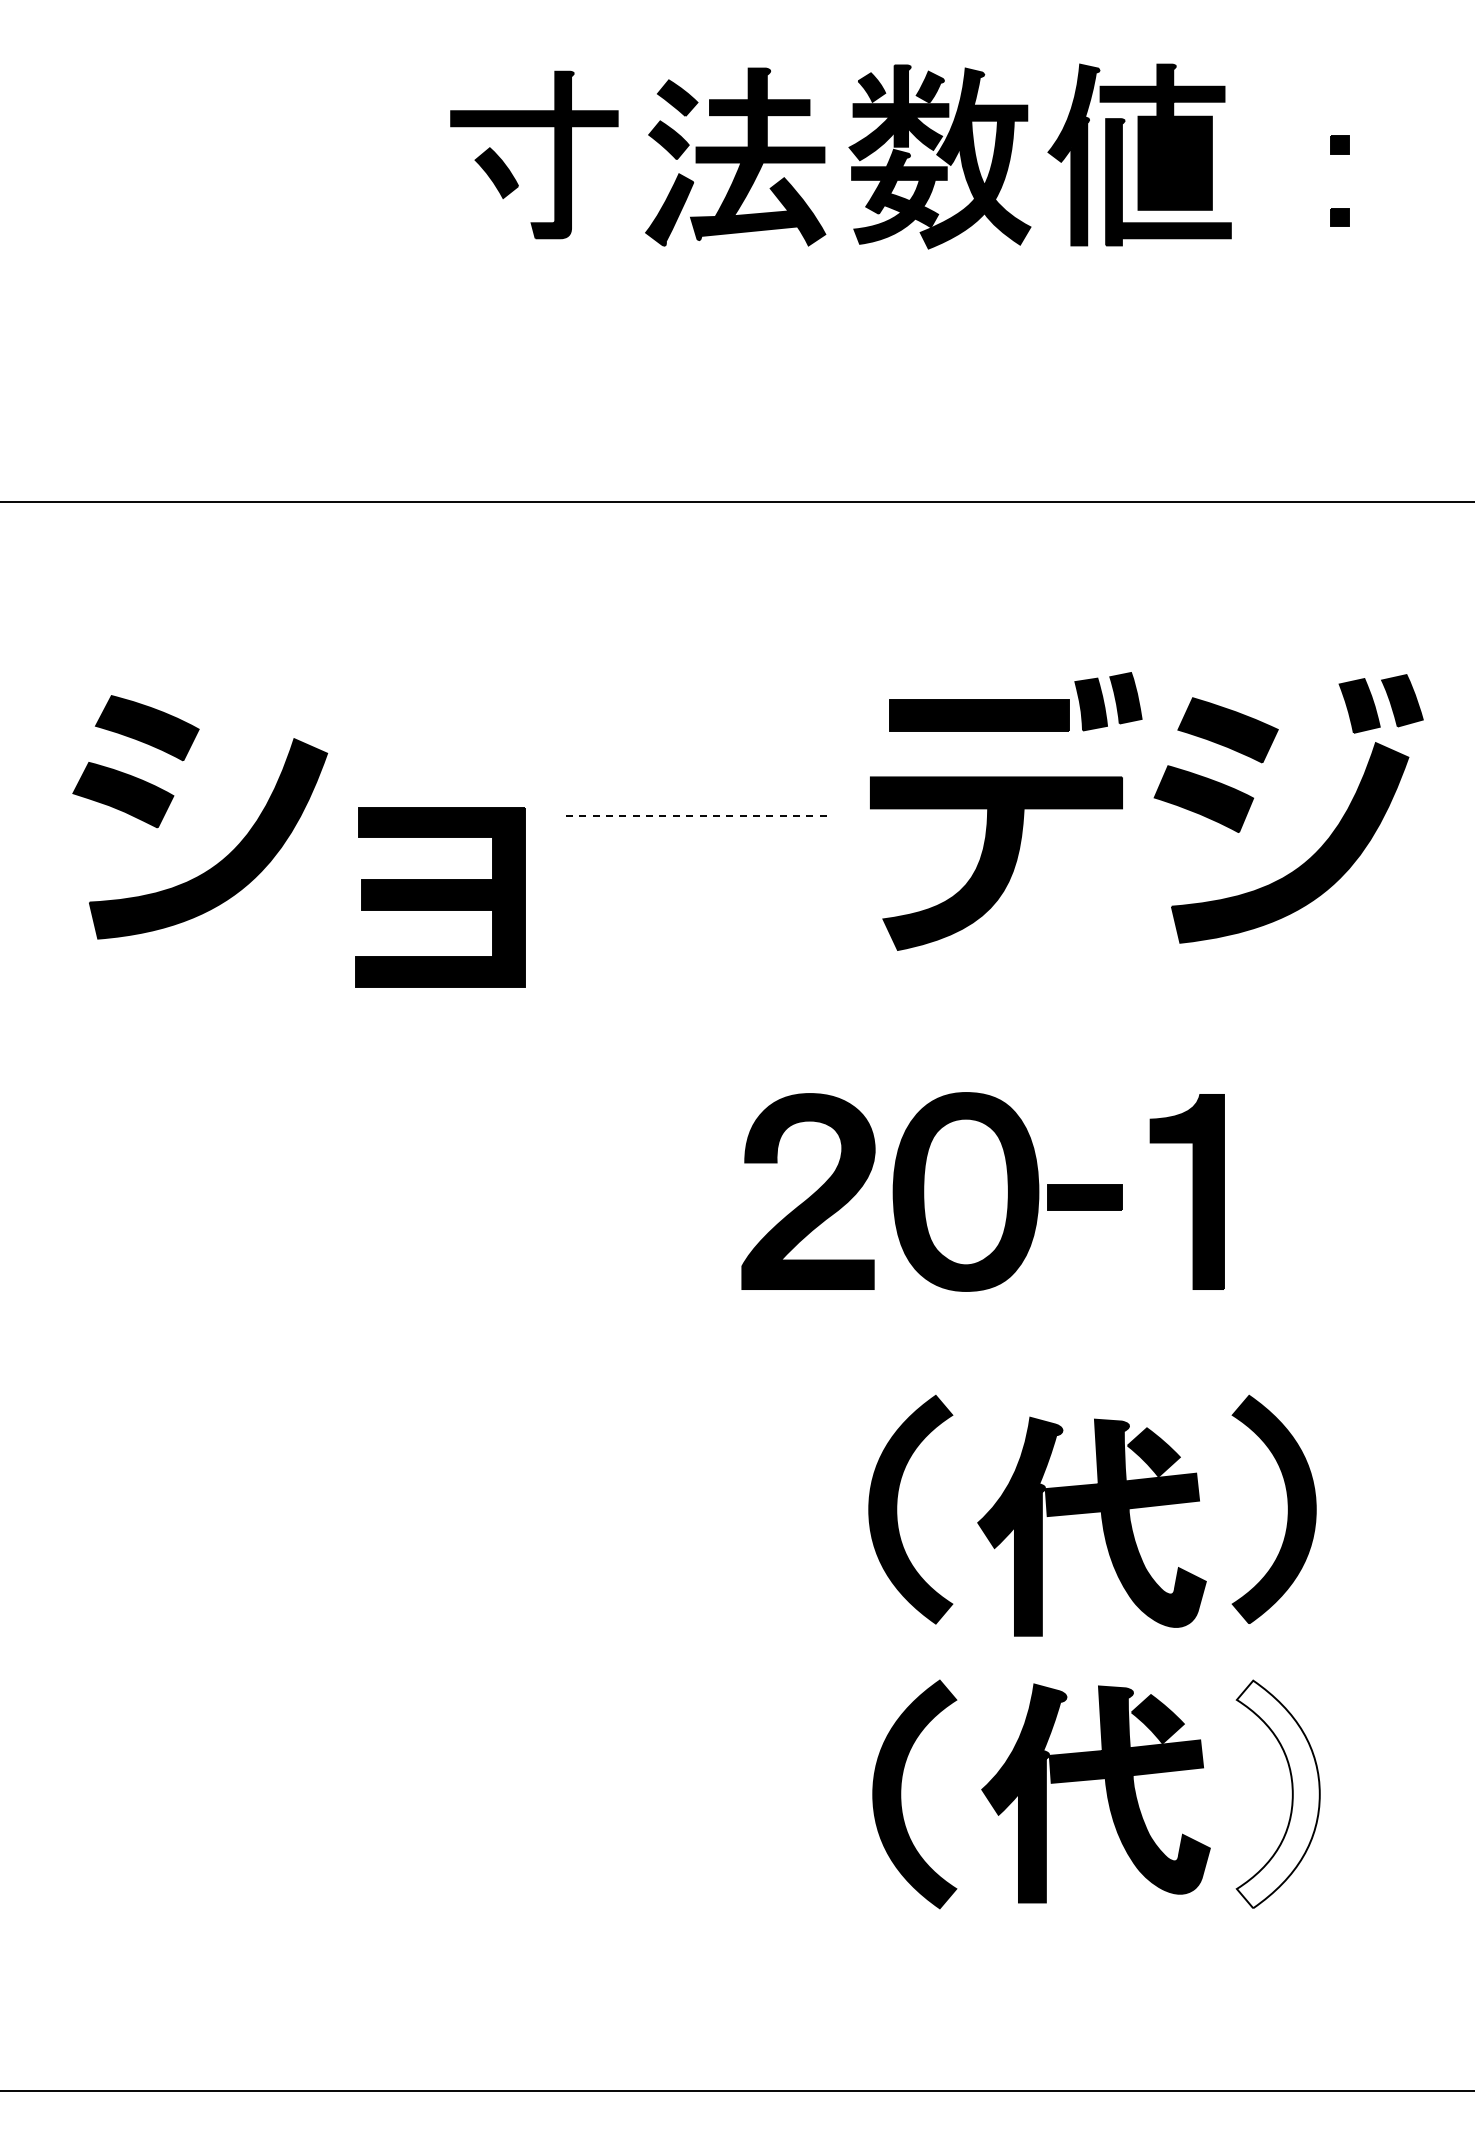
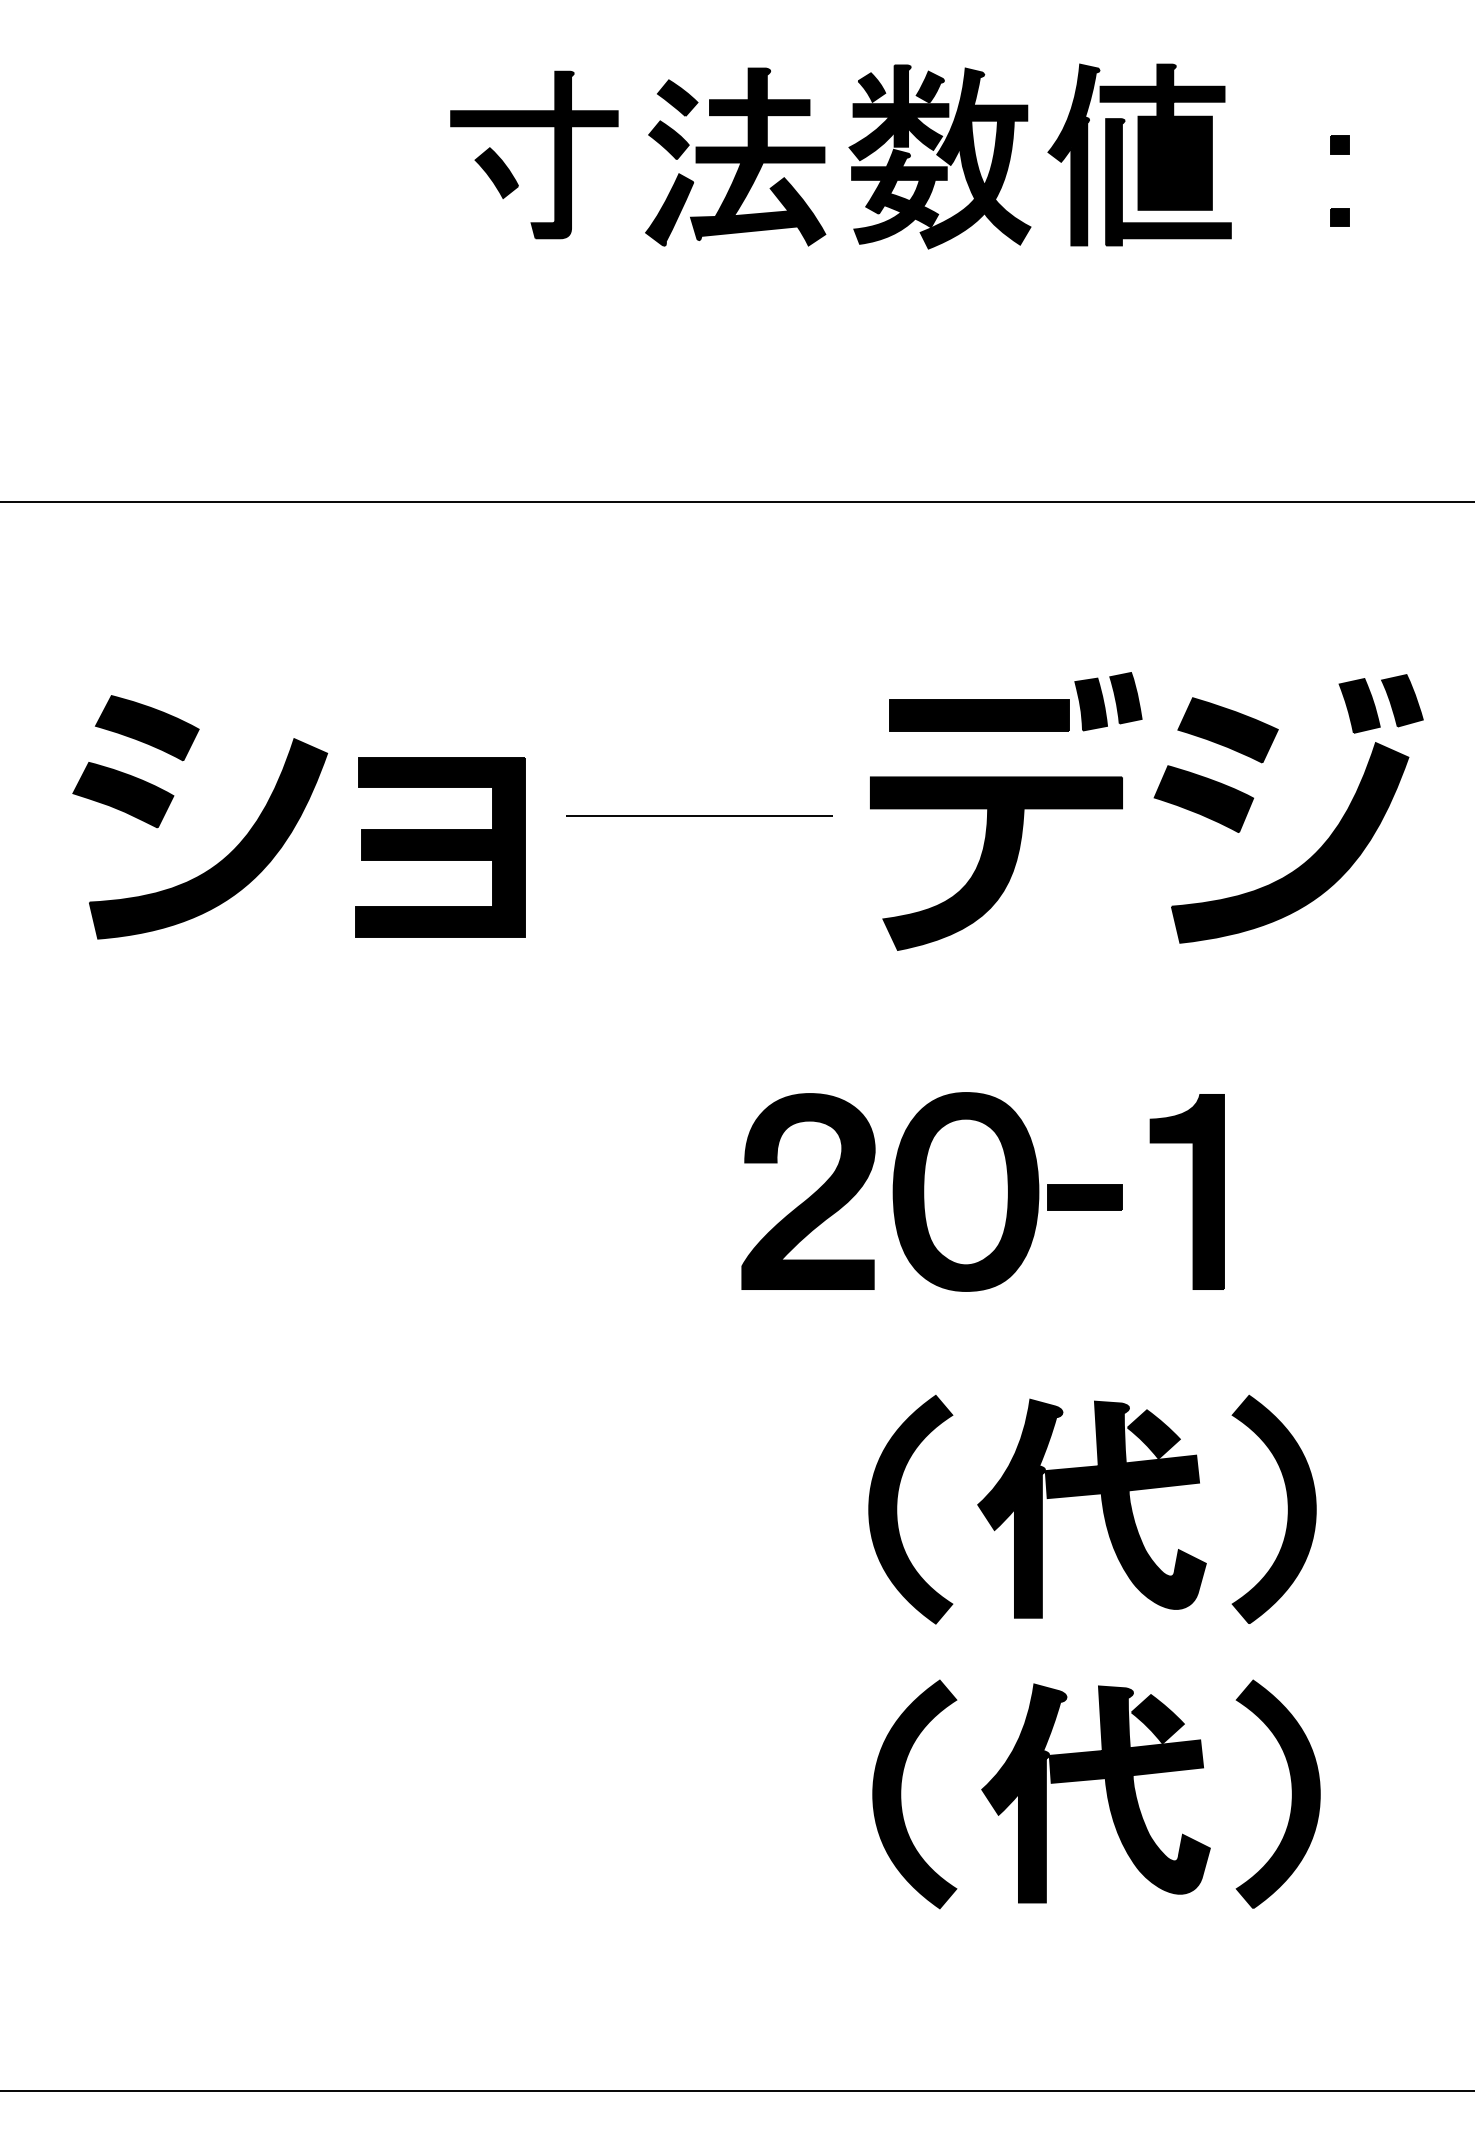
line at (699, 816): dashed -> solid
part at (440, 897) position: (440, 897) -> (440, 847)
part at (1102, 1526) position: (1102, 1526) -> (1102, 1508)
fill at (1277, 1794): none -> present
